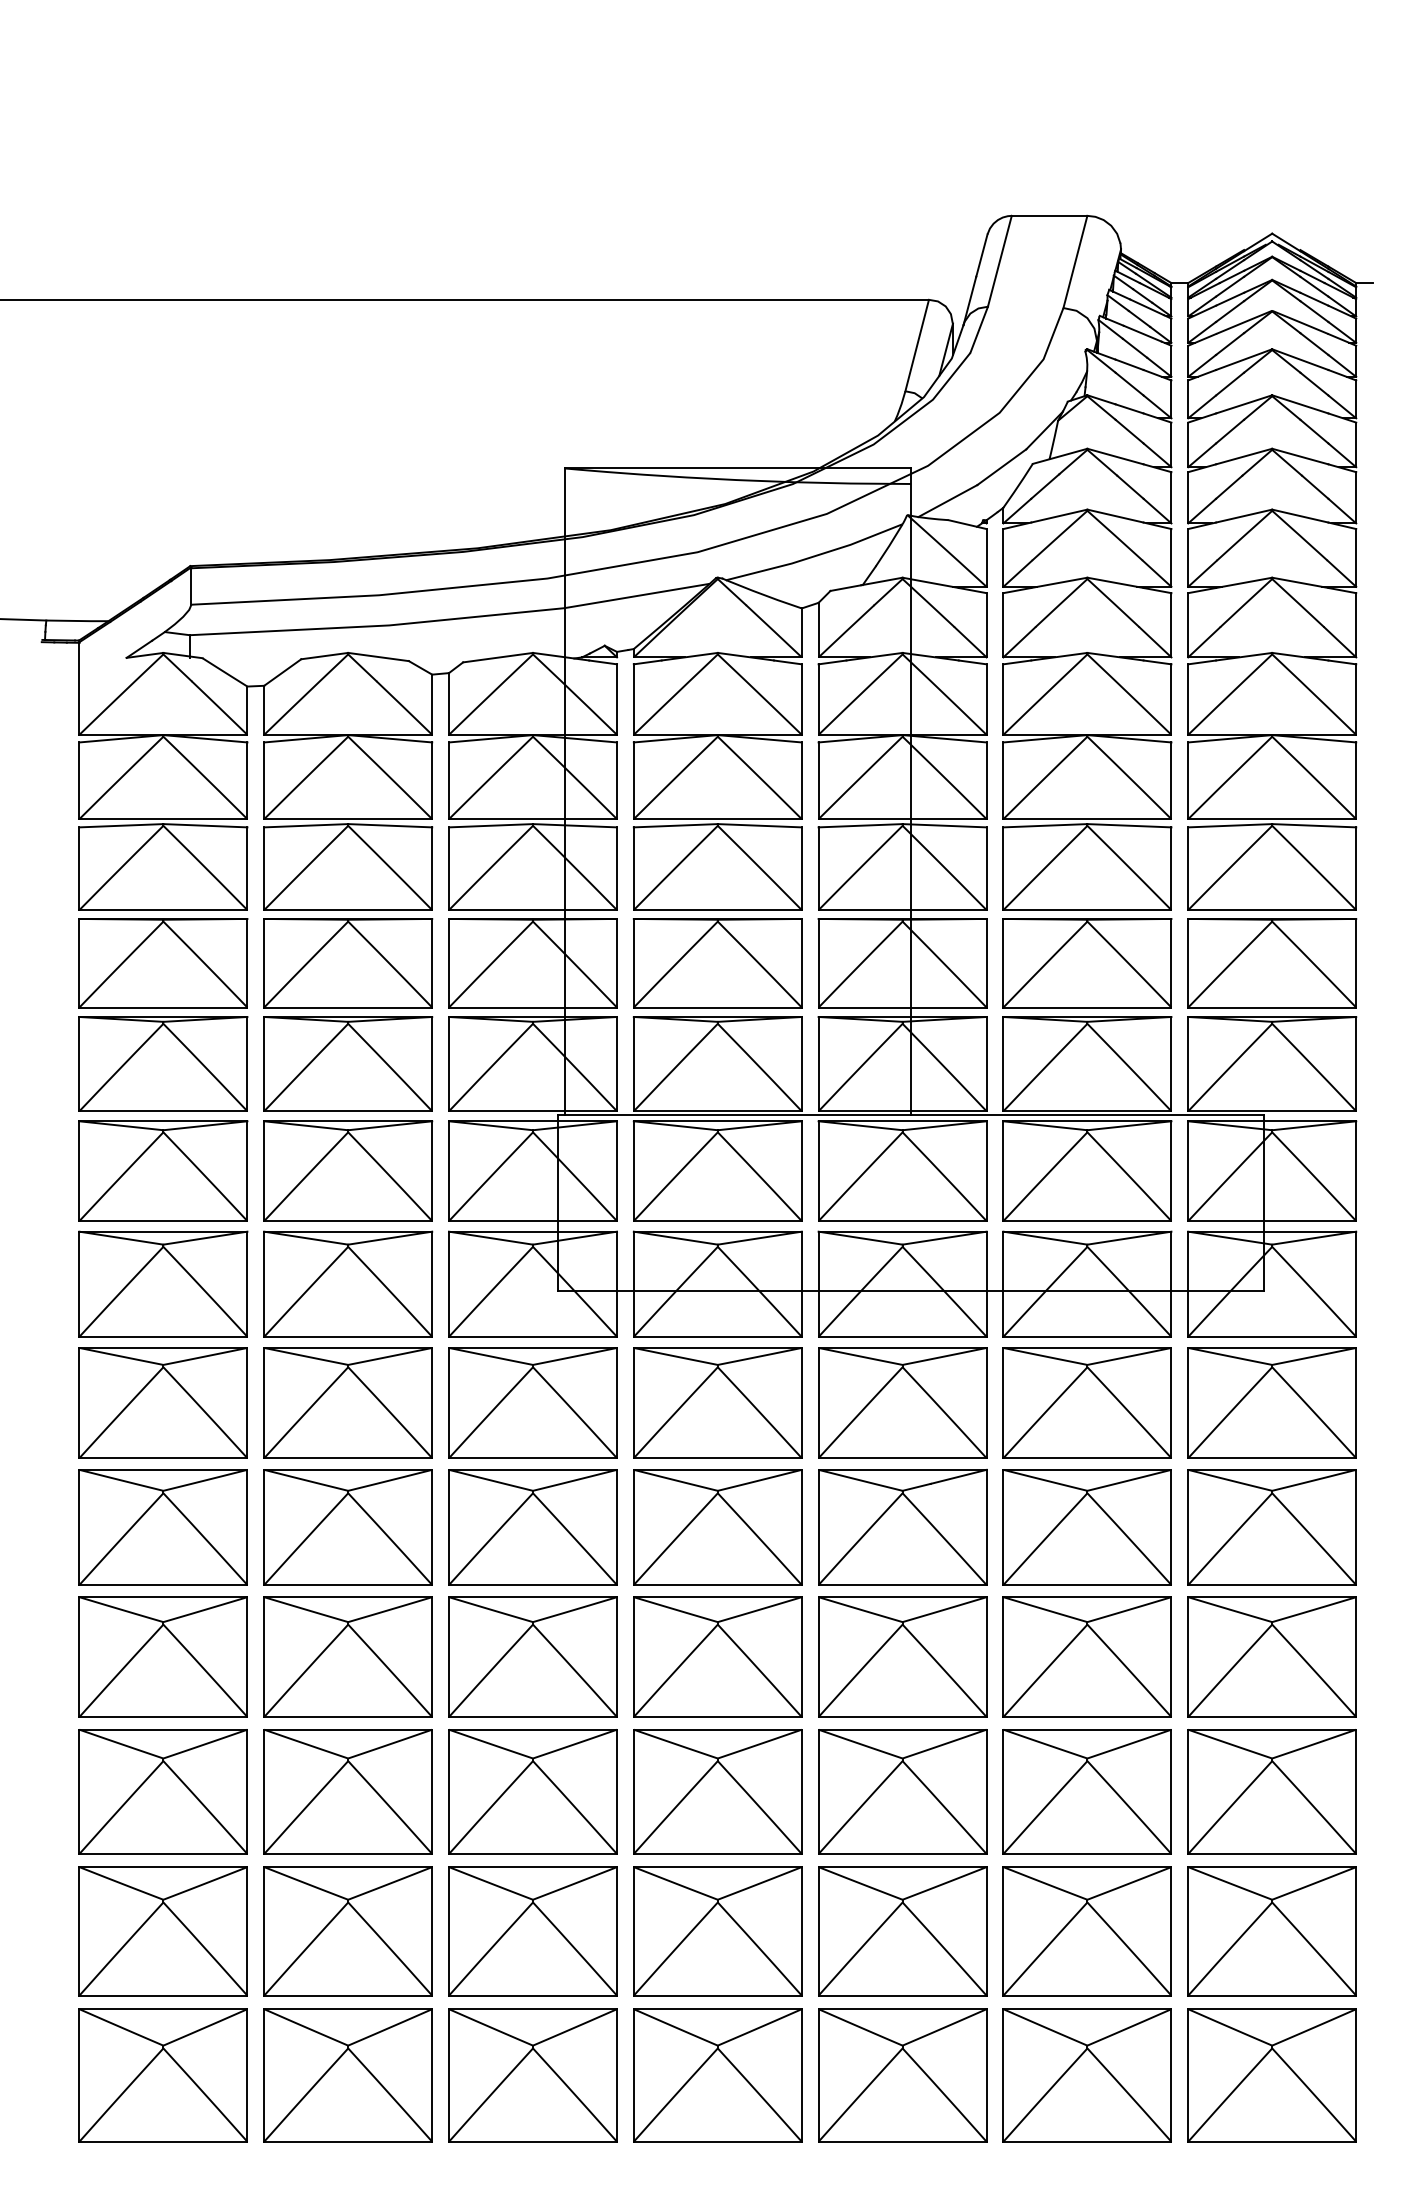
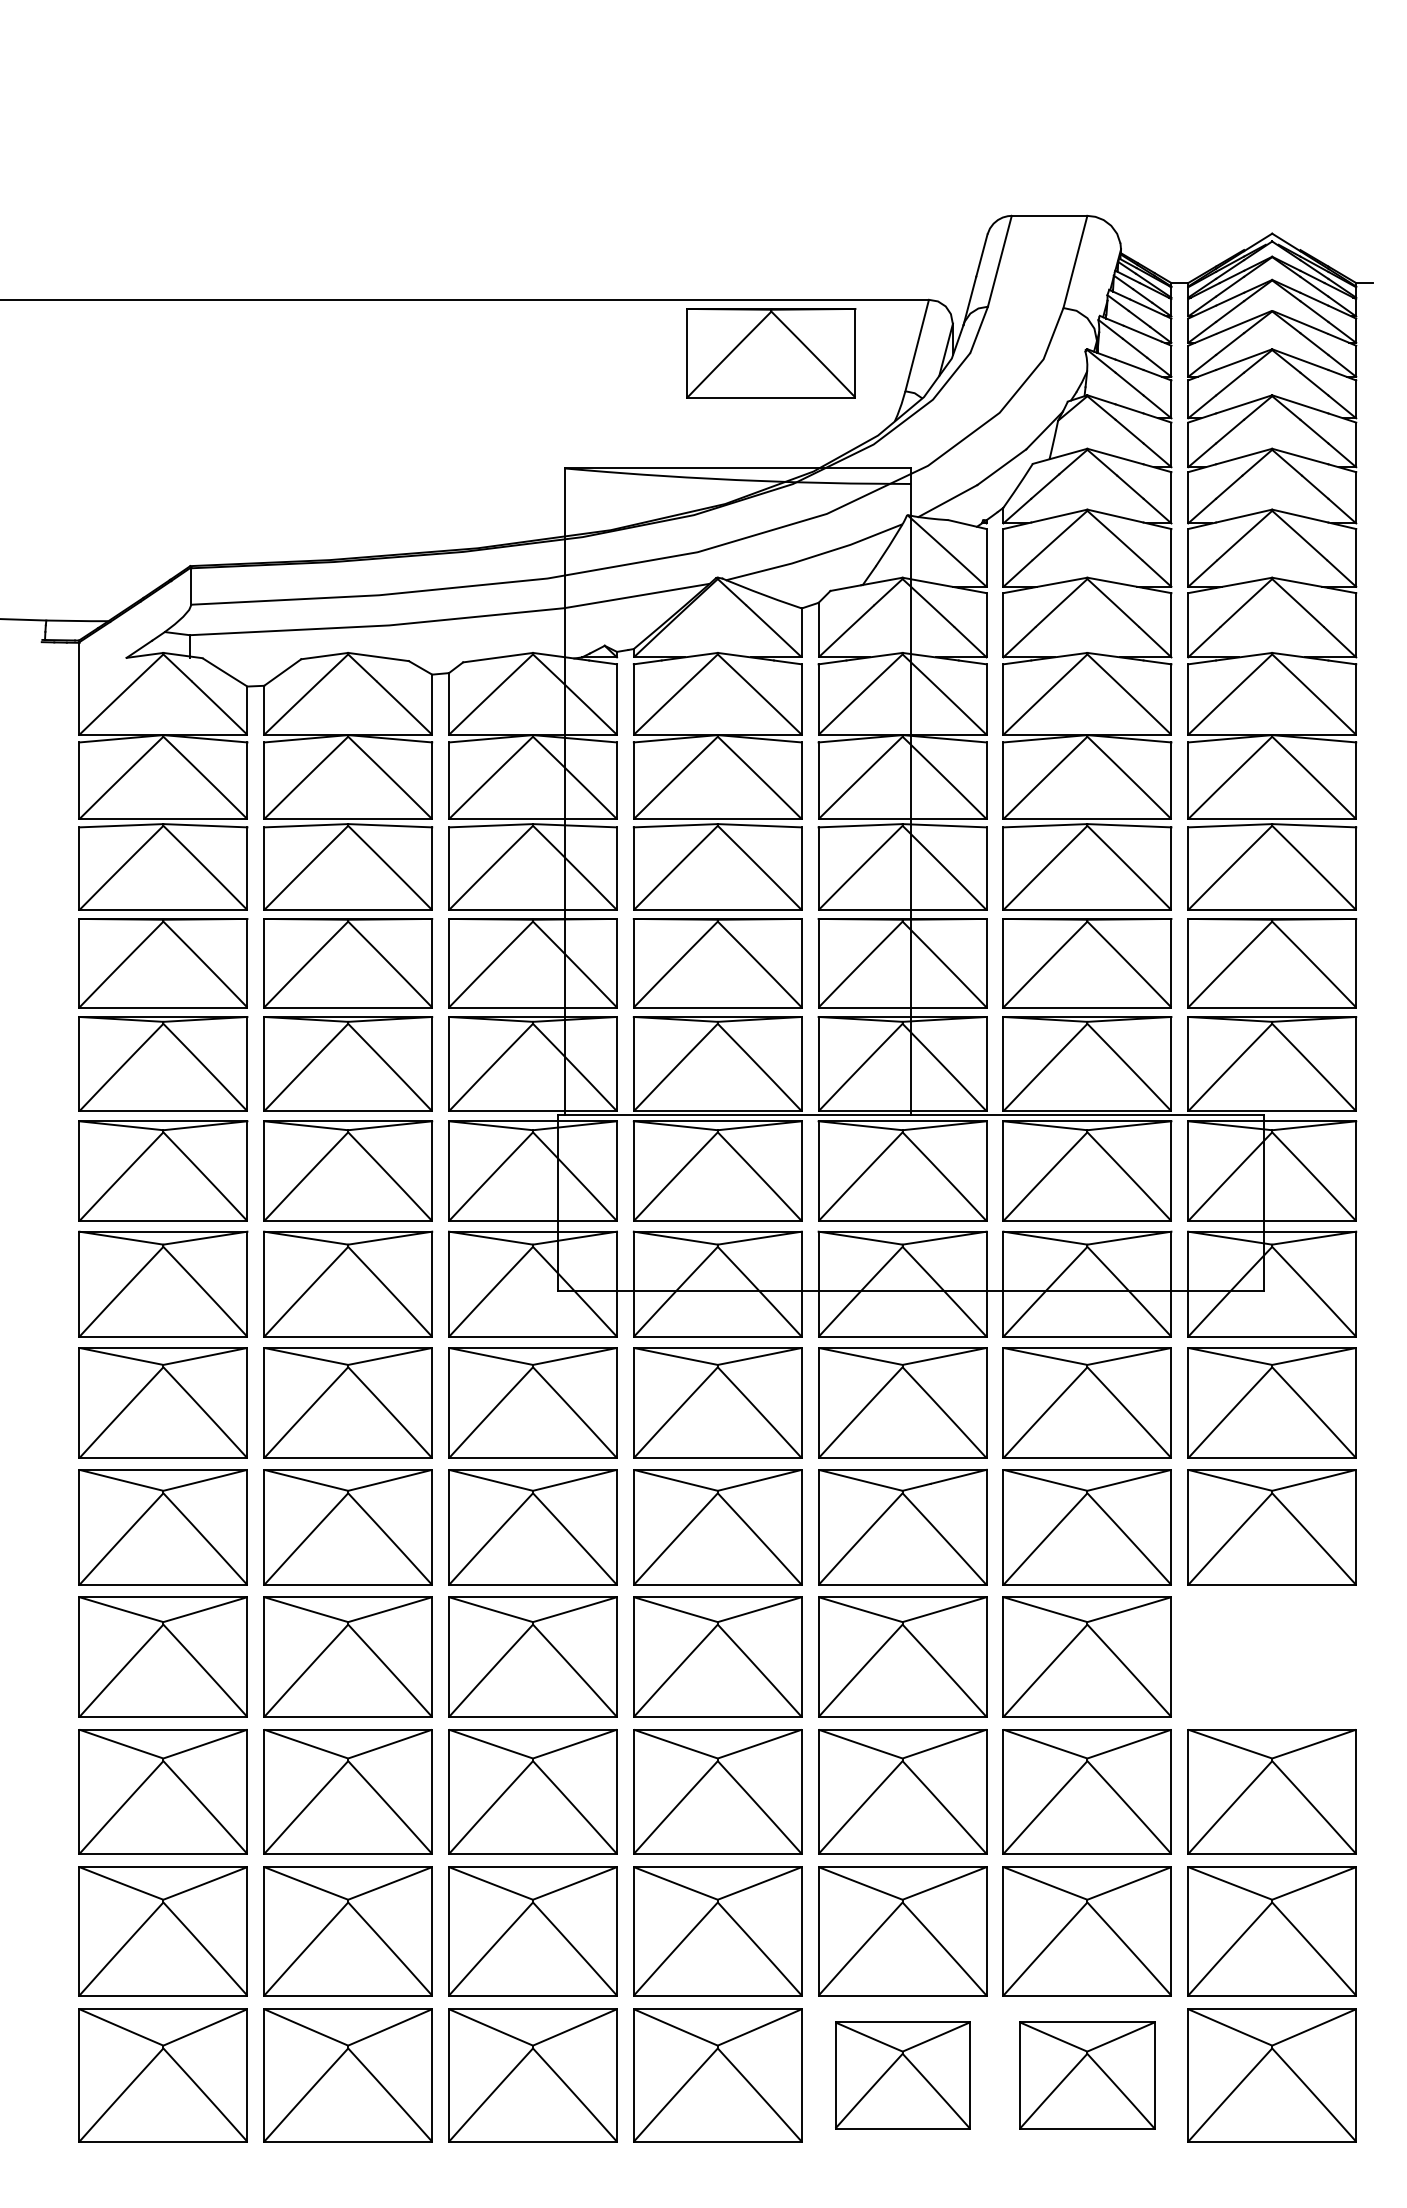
part at (771, 353): none -> present
part at (1271, 1656): present -> none
part at (902, 2075) size: 170x135 px -> 136x109 px
part at (1086, 2075) size: 170x135 px -> 137x109 px
